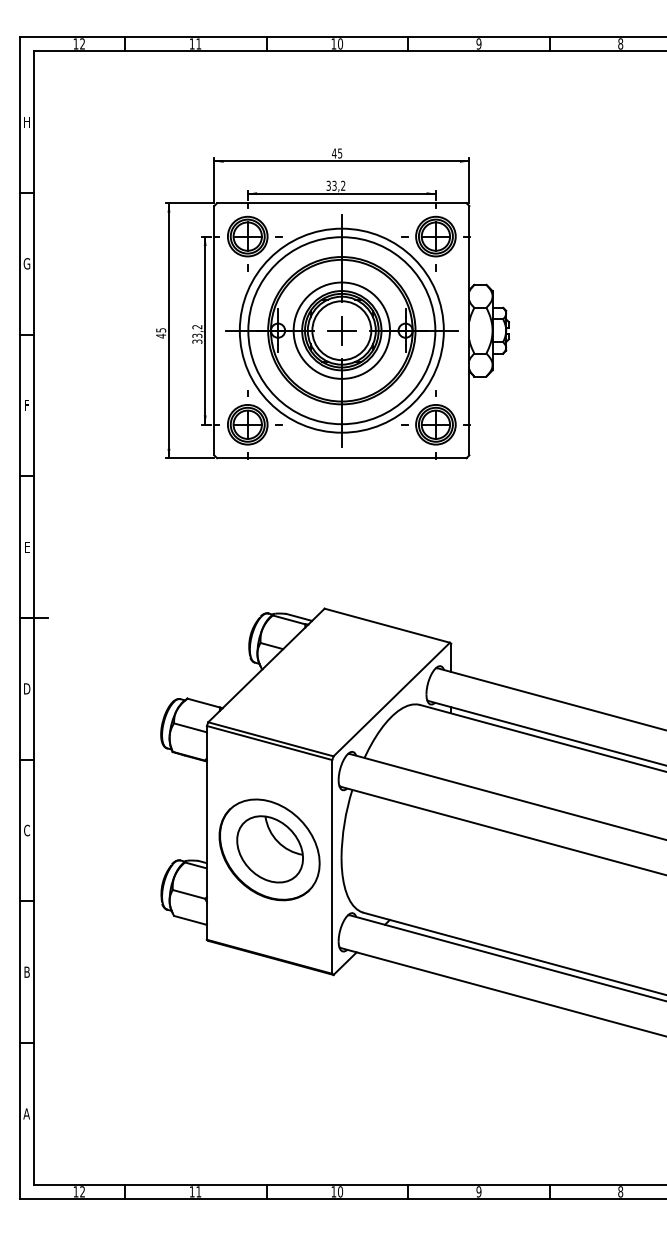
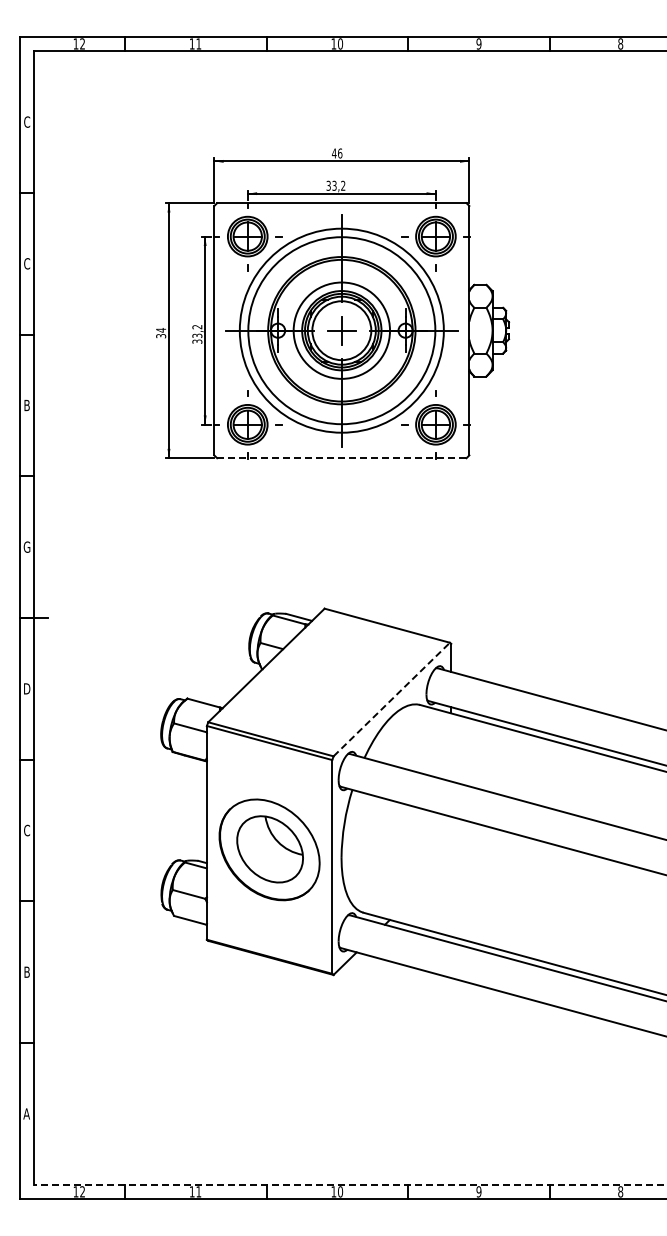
text at (27, 121): H -> C
text at (340, 153): 45 -> 46
text at (26, 263): G -> C
text at (161, 333): 45 -> 34
text at (26, 405): F -> B
line at (341, 458): solid -> dashed
text at (26, 546): E -> G
line at (392, 699): solid -> dashed
line at (350, 1184): solid -> dashed
